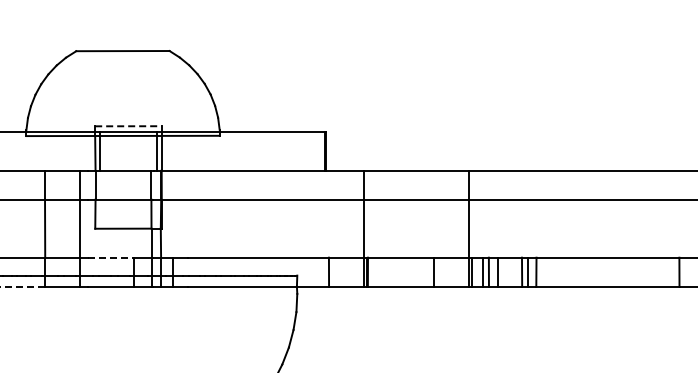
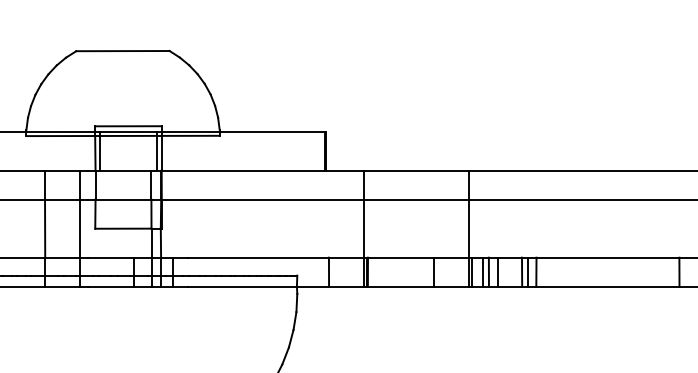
line at (128, 126): dashed -> solid
line at (111, 257): dashed -> solid
line at (23, 286): dashed -> solid
